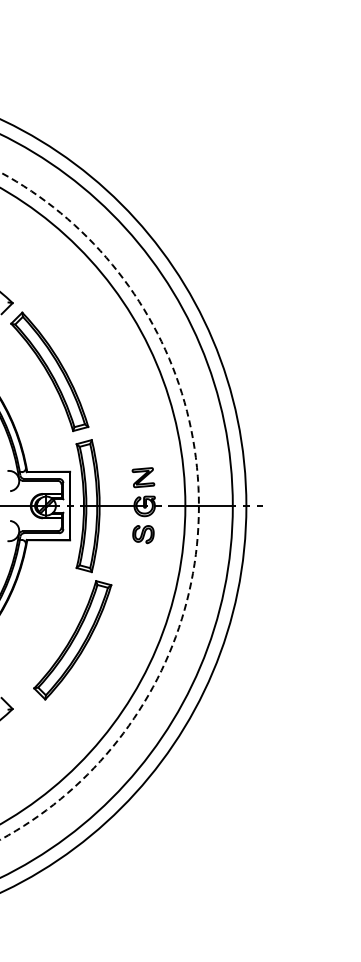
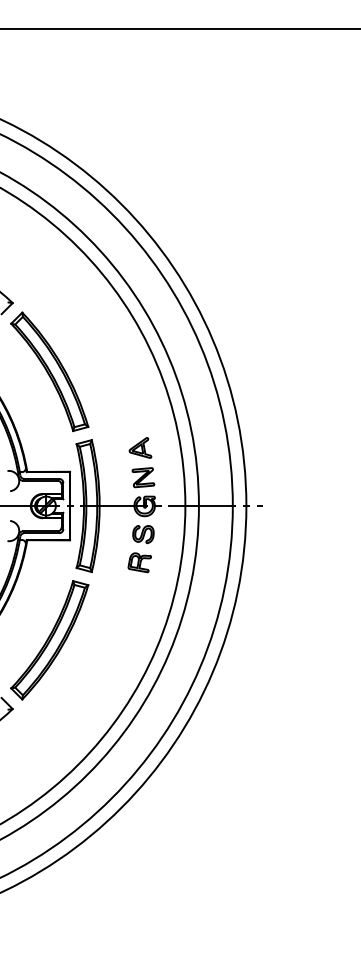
line at (179, 28): none -> present
part at (140, 447): none -> present
circle at (99, 505): dashed -> solid
part at (139, 562): none -> present
part at (72, 640) position: (72, 640) -> (49, 640)
